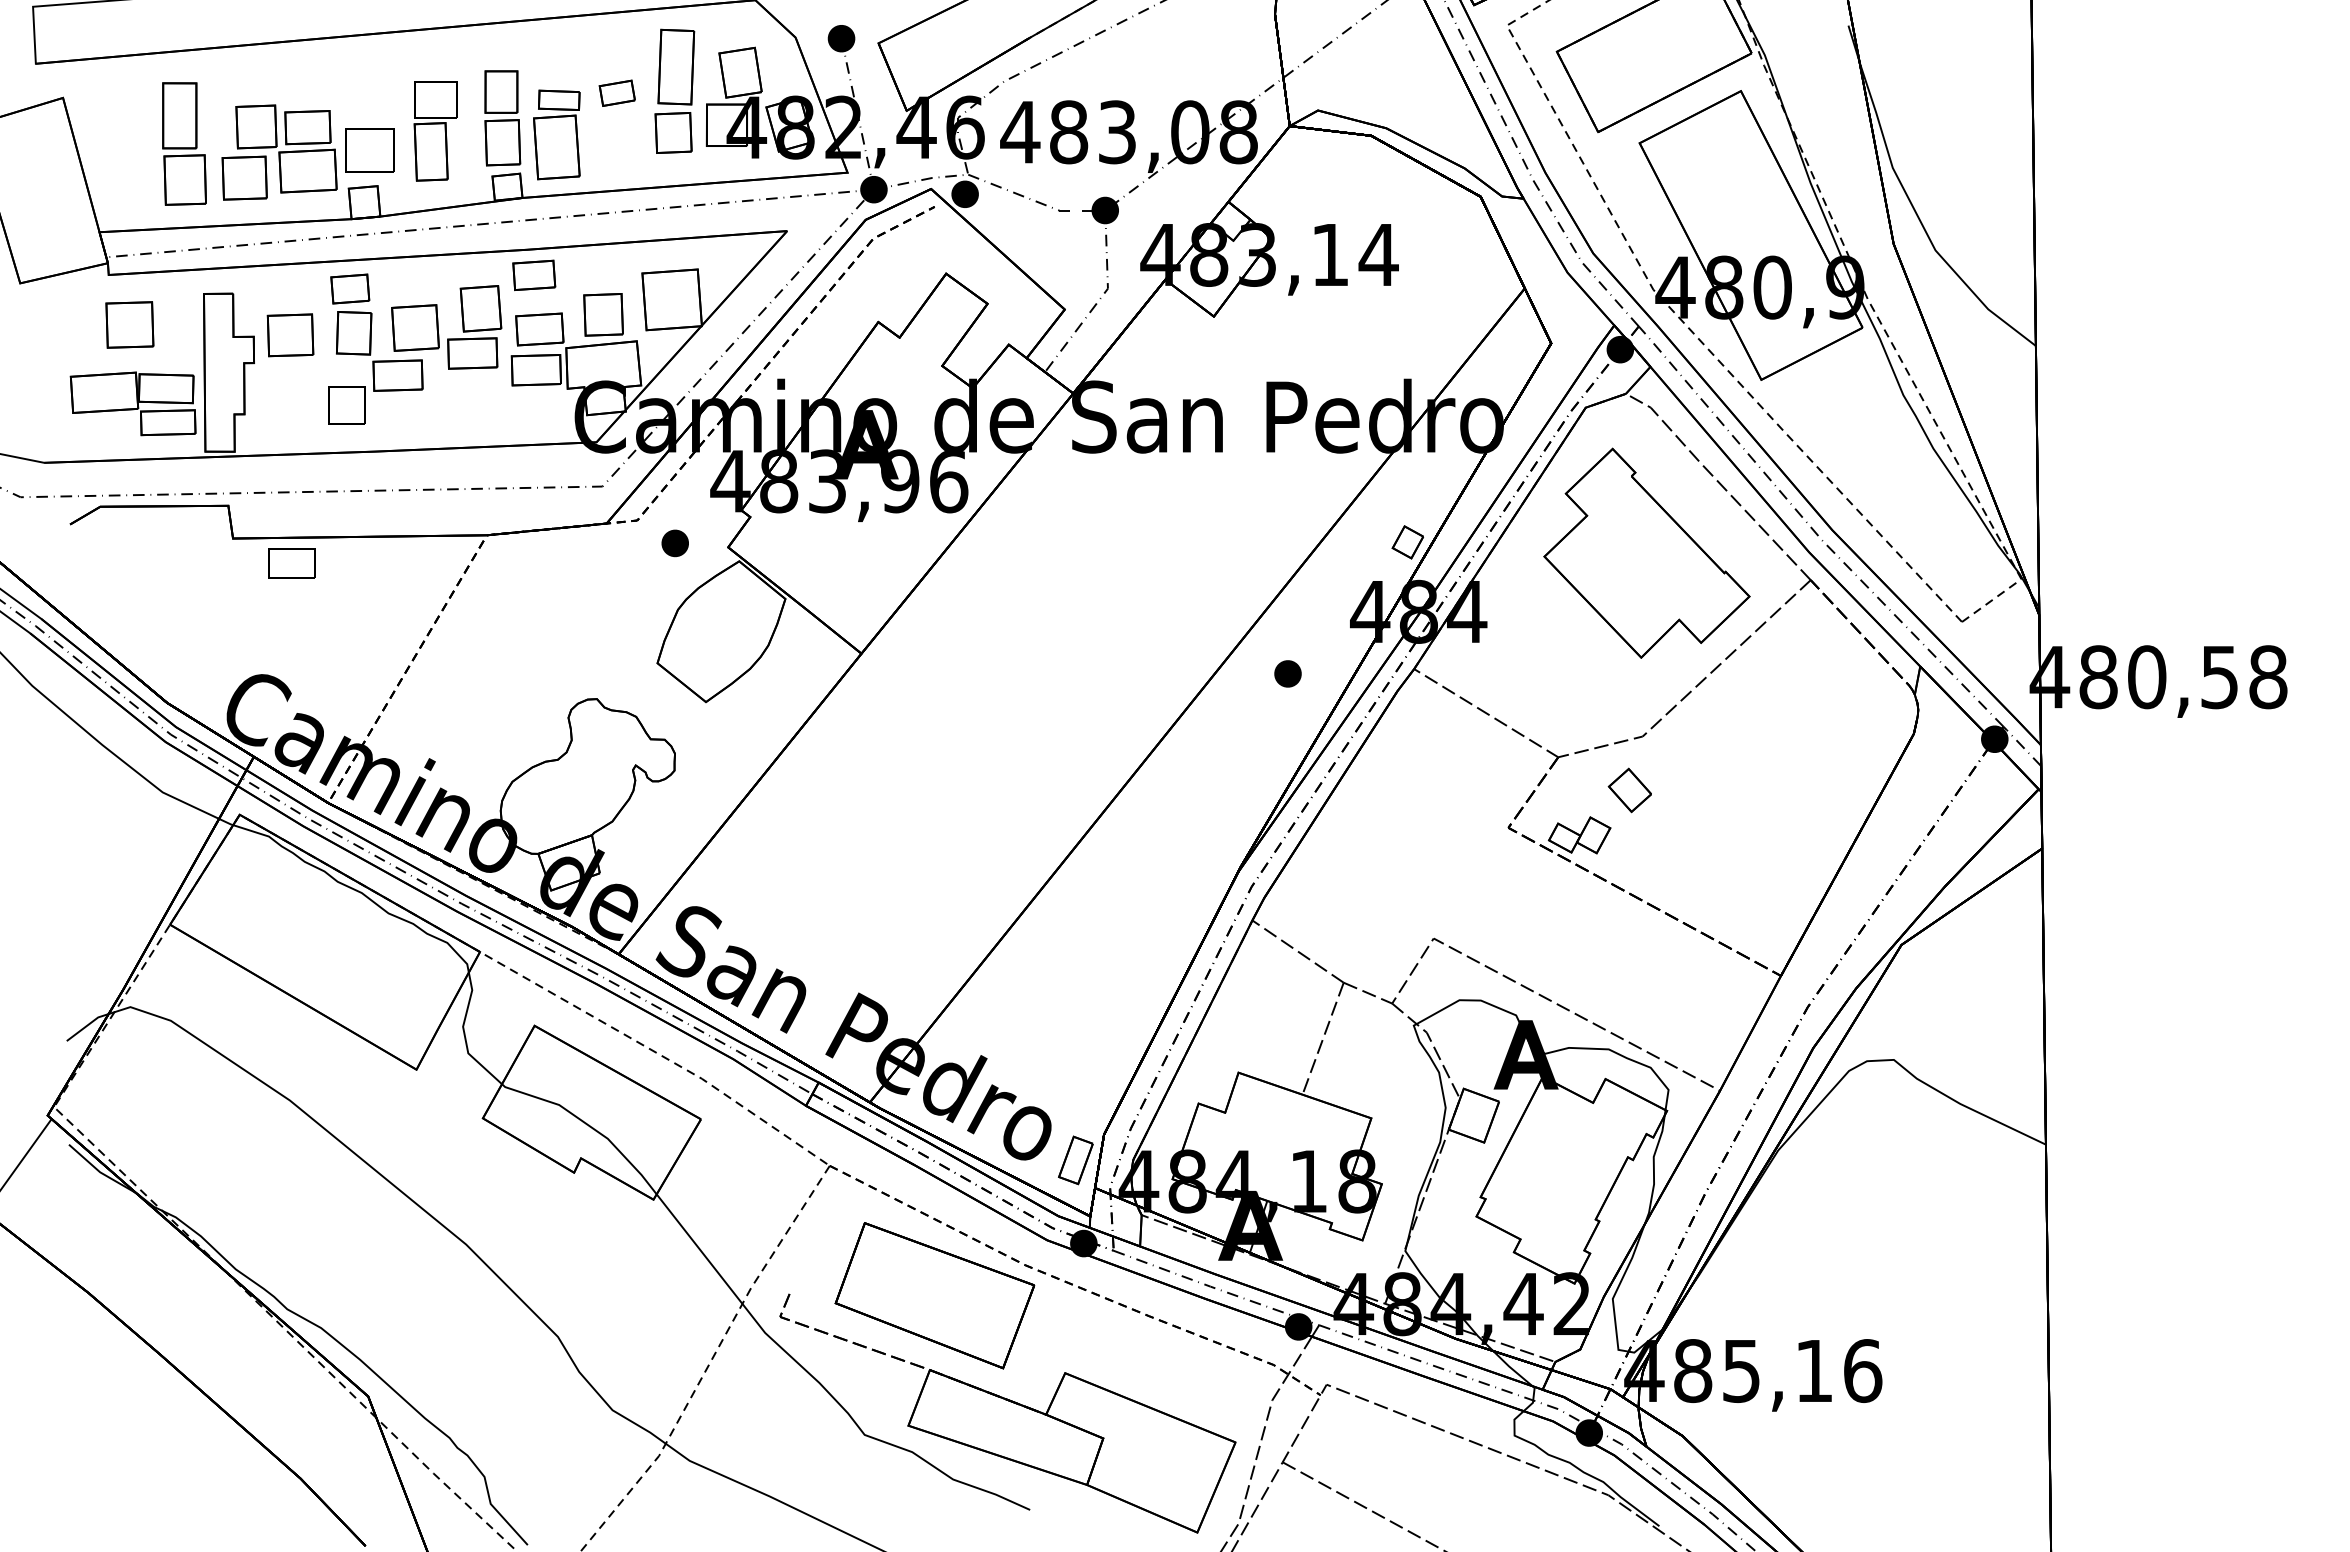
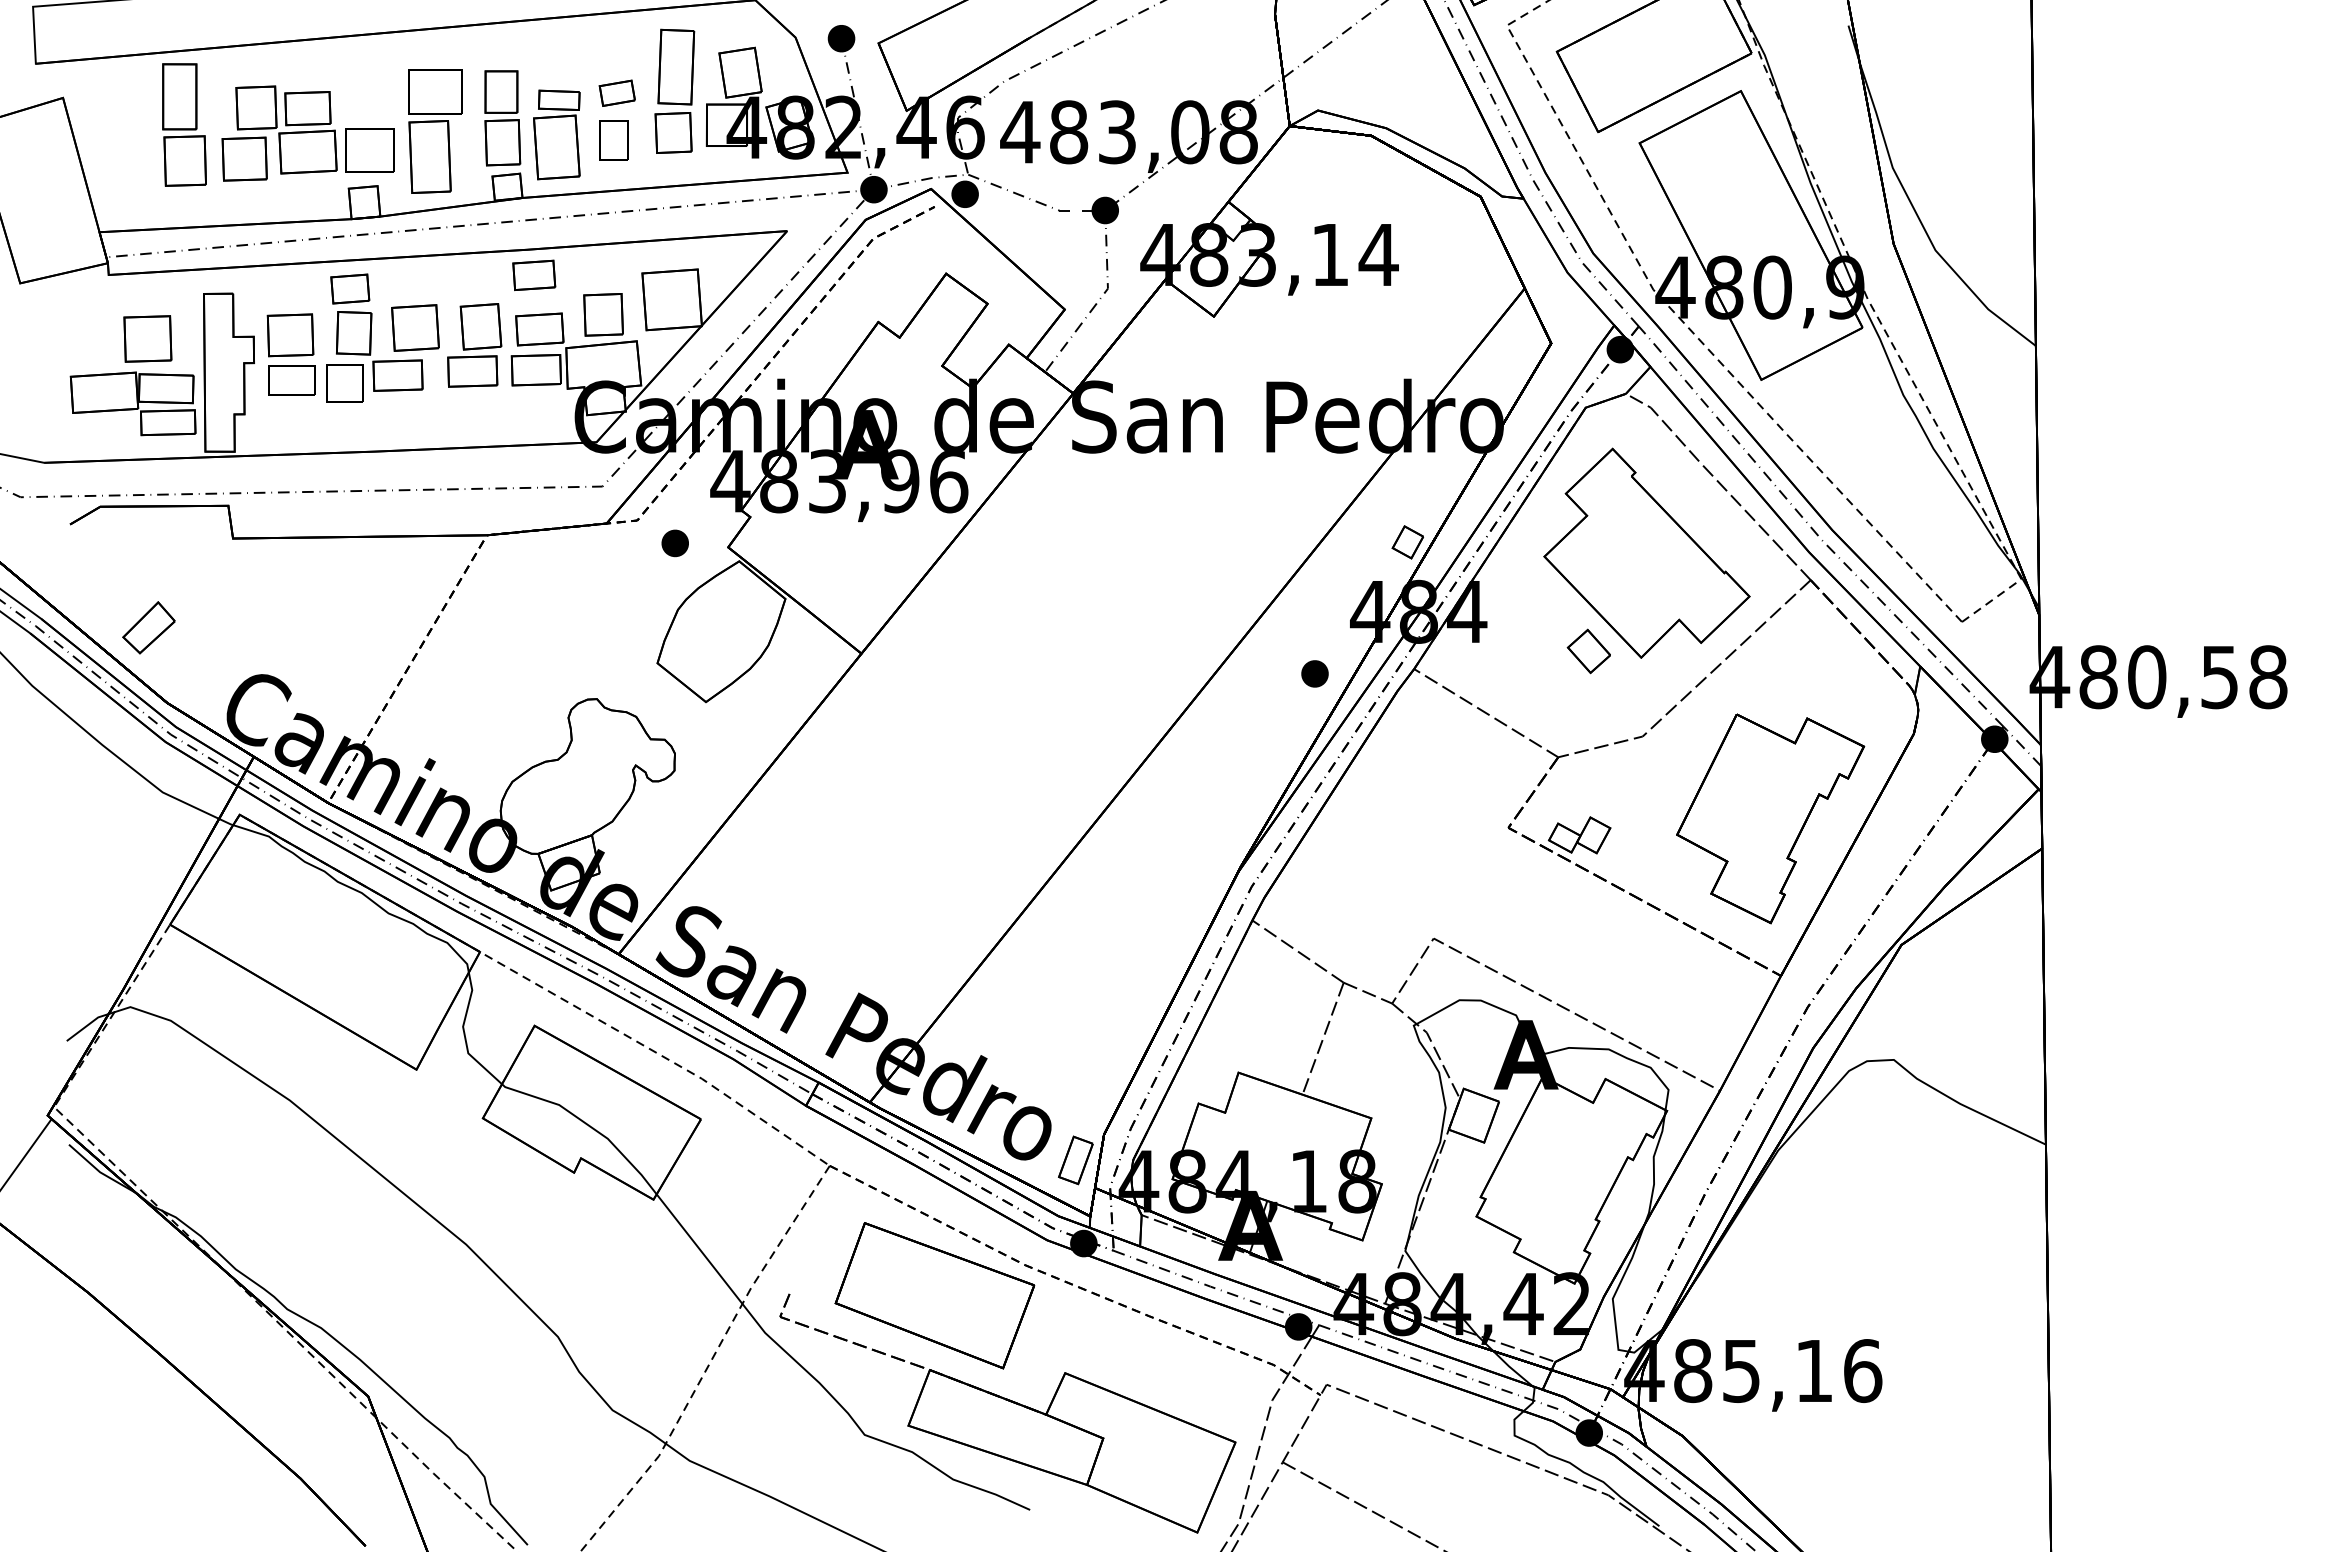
part at (435, 131) size: 45x101 px -> 55x125 px
part at (613, 140): none -> present
part at (184, 143) position: (184, 143) -> (184, 124)
part at (279, 152) position: (279, 152) -> (279, 133)
part at (129, 324) position: (129, 324) -> (147, 338)
part at (474, 327) position: (474, 327) -> (474, 345)
part at (346, 405) position: (346, 405) -> (344, 383)
part at (291, 563) position: (291, 563) -> (291, 380)
part at (148, 627): none -> present
part at (1287, 673) position: (1287, 673) -> (1314, 673)
part at (1629, 790) position: (1629, 790) -> (1588, 651)
part at (1770, 818): none -> present
